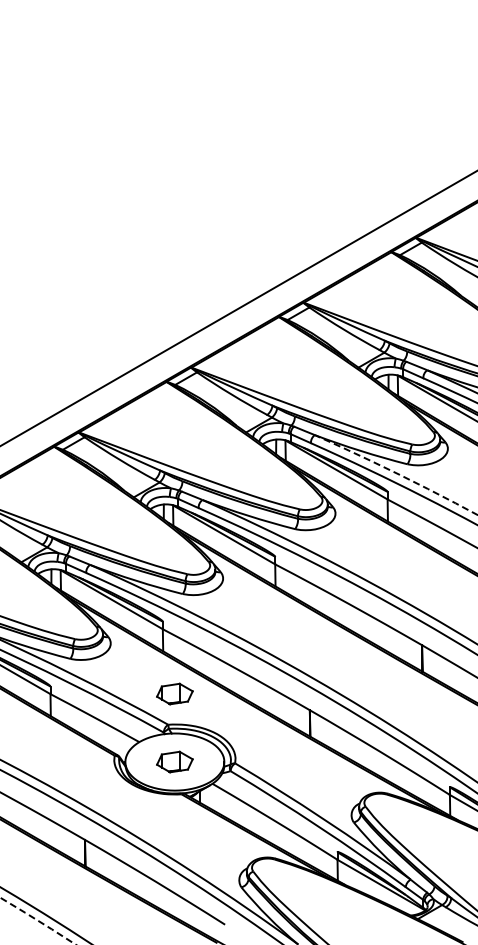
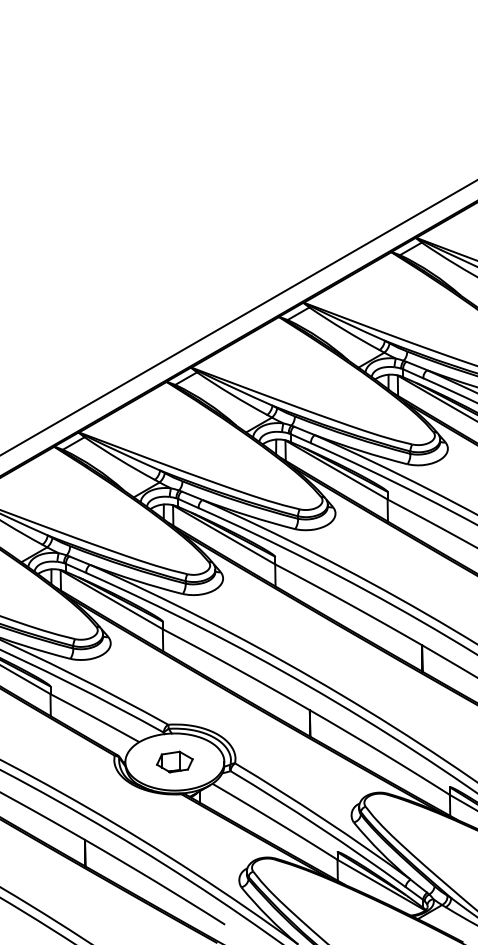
line at (238, 308) position: (238, 308) -> (238, 317)
arc at (397, 473): dashed -> solid
part at (174, 693): present -> none
arc at (37, 920): dashed -> solid
